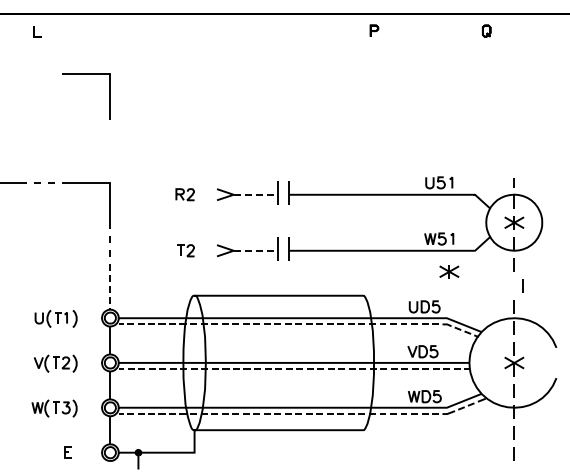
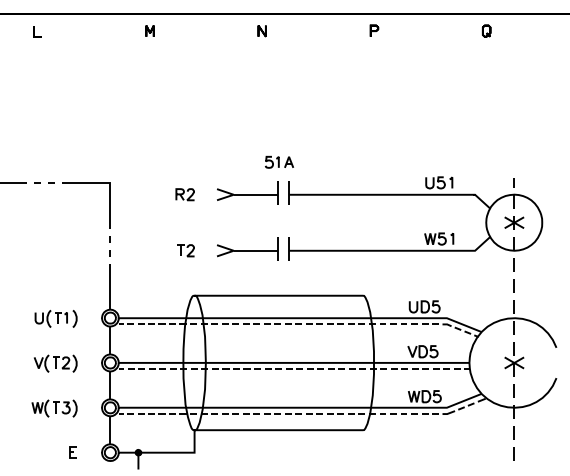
part at (149, 30): none -> present
part at (261, 31): none -> present
line at (86, 74): present -> none
part at (279, 161): none -> present
line at (256, 194): dashed -> solid
line at (256, 250): dashed -> solid
part at (449, 271): present -> none
line at (522, 285) position: (522, 285) -> (513, 285)
line at (110, 286): dashed -> solid
part at (67, 452) position: (67, 452) -> (72, 452)
